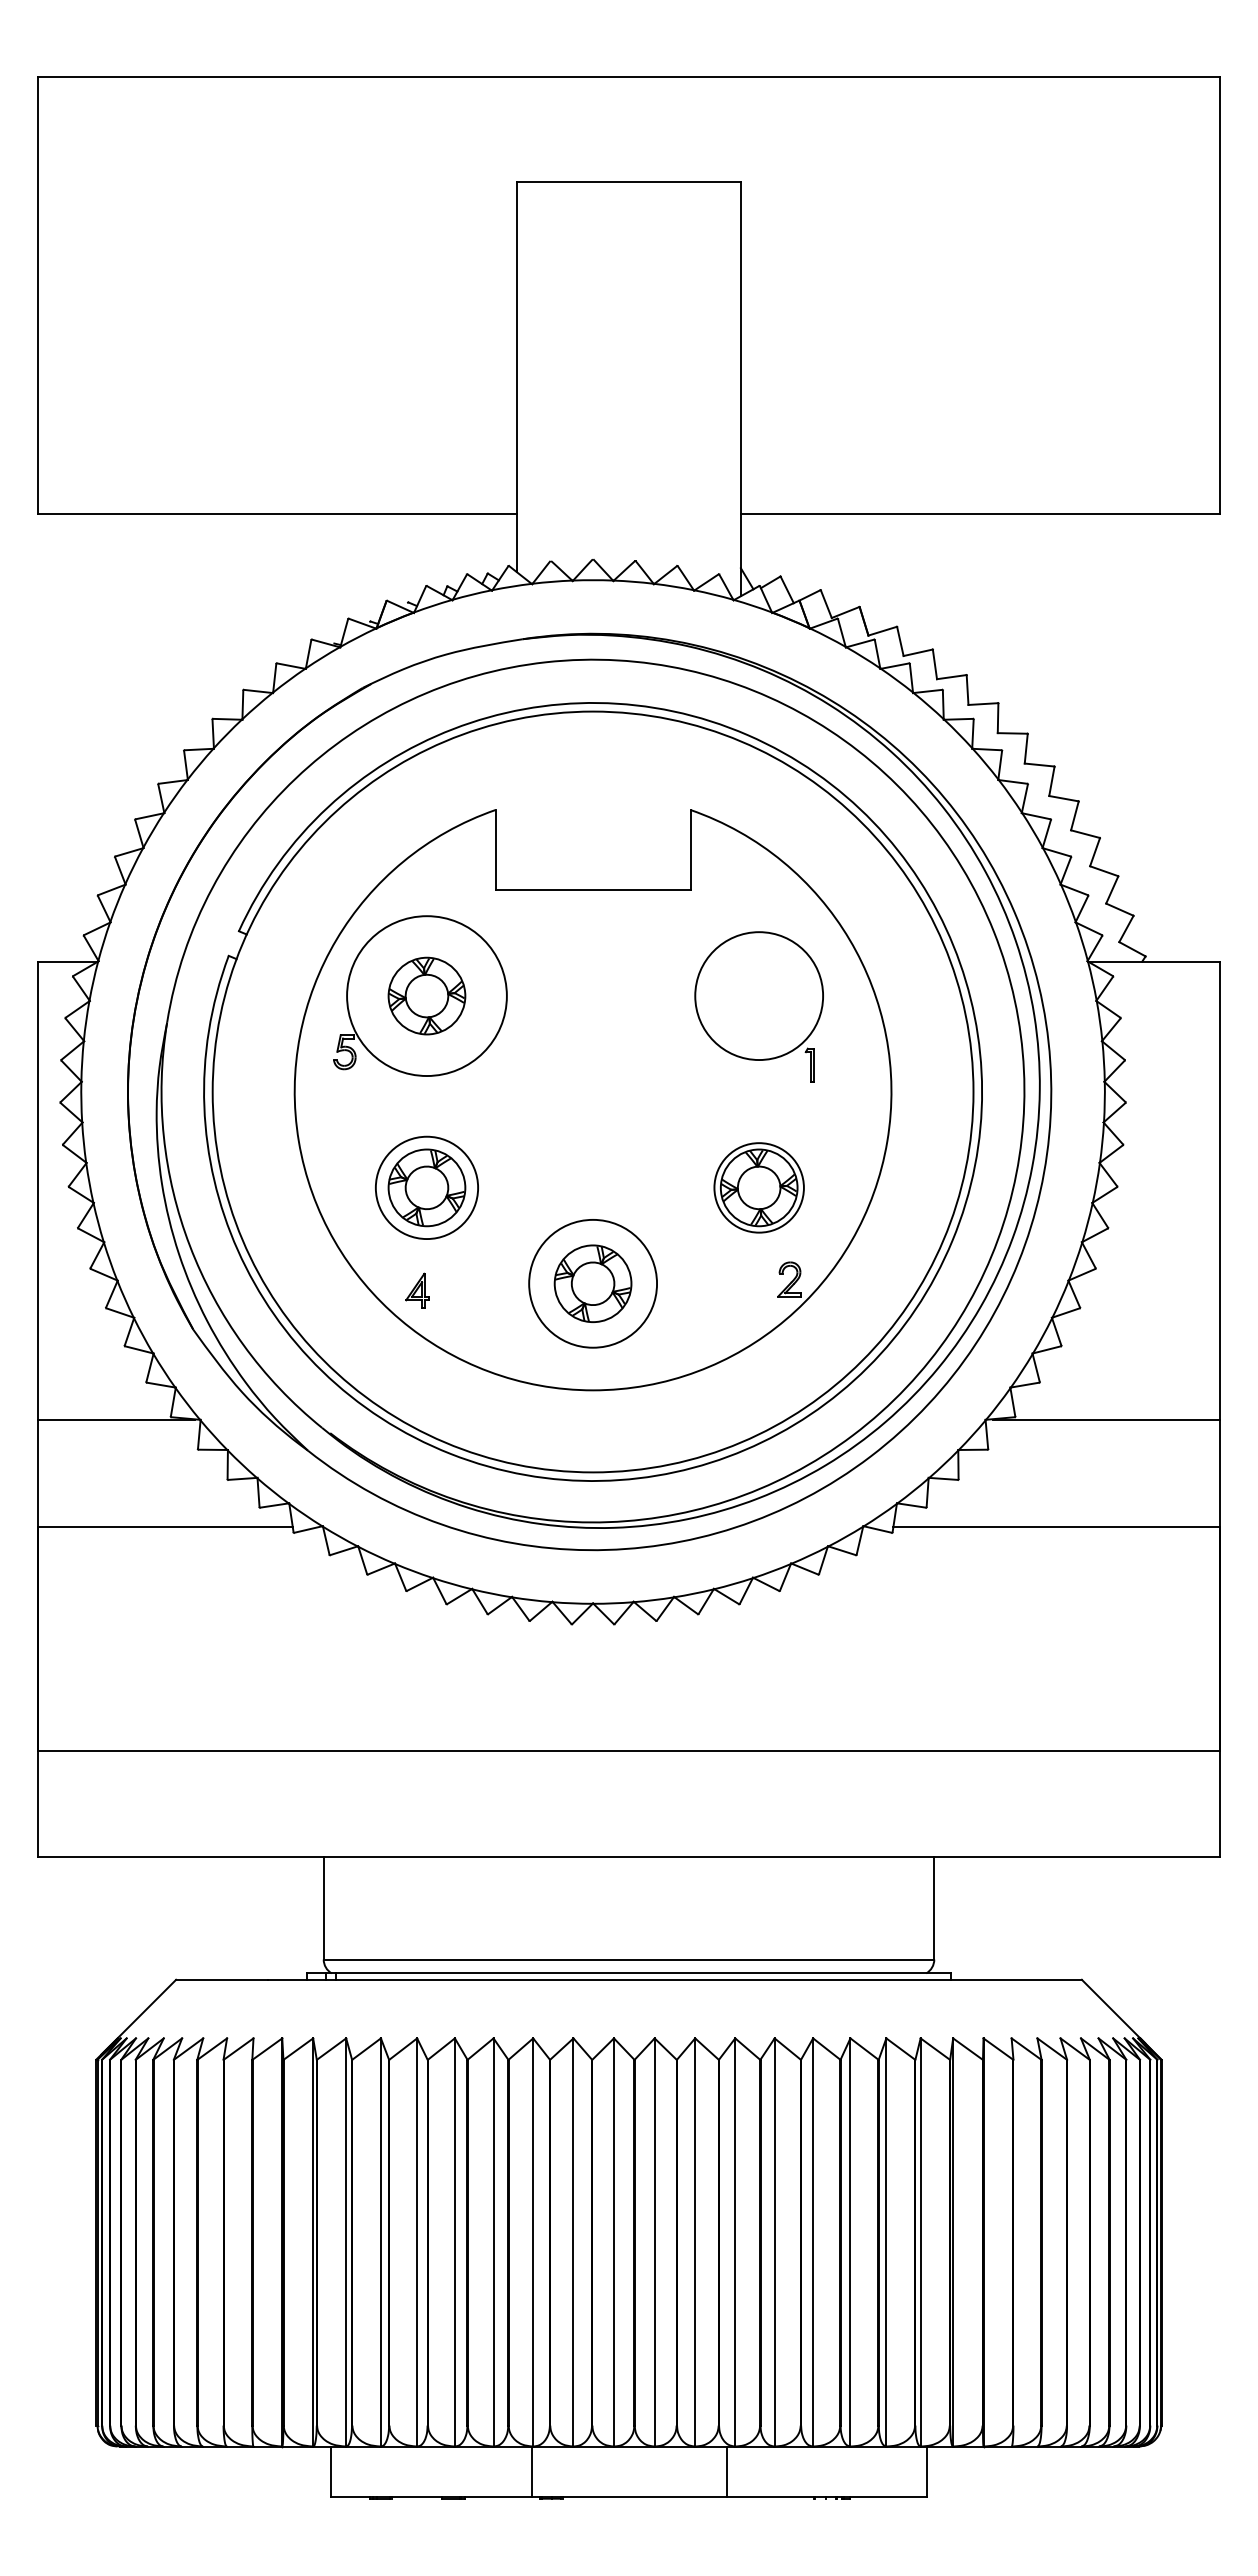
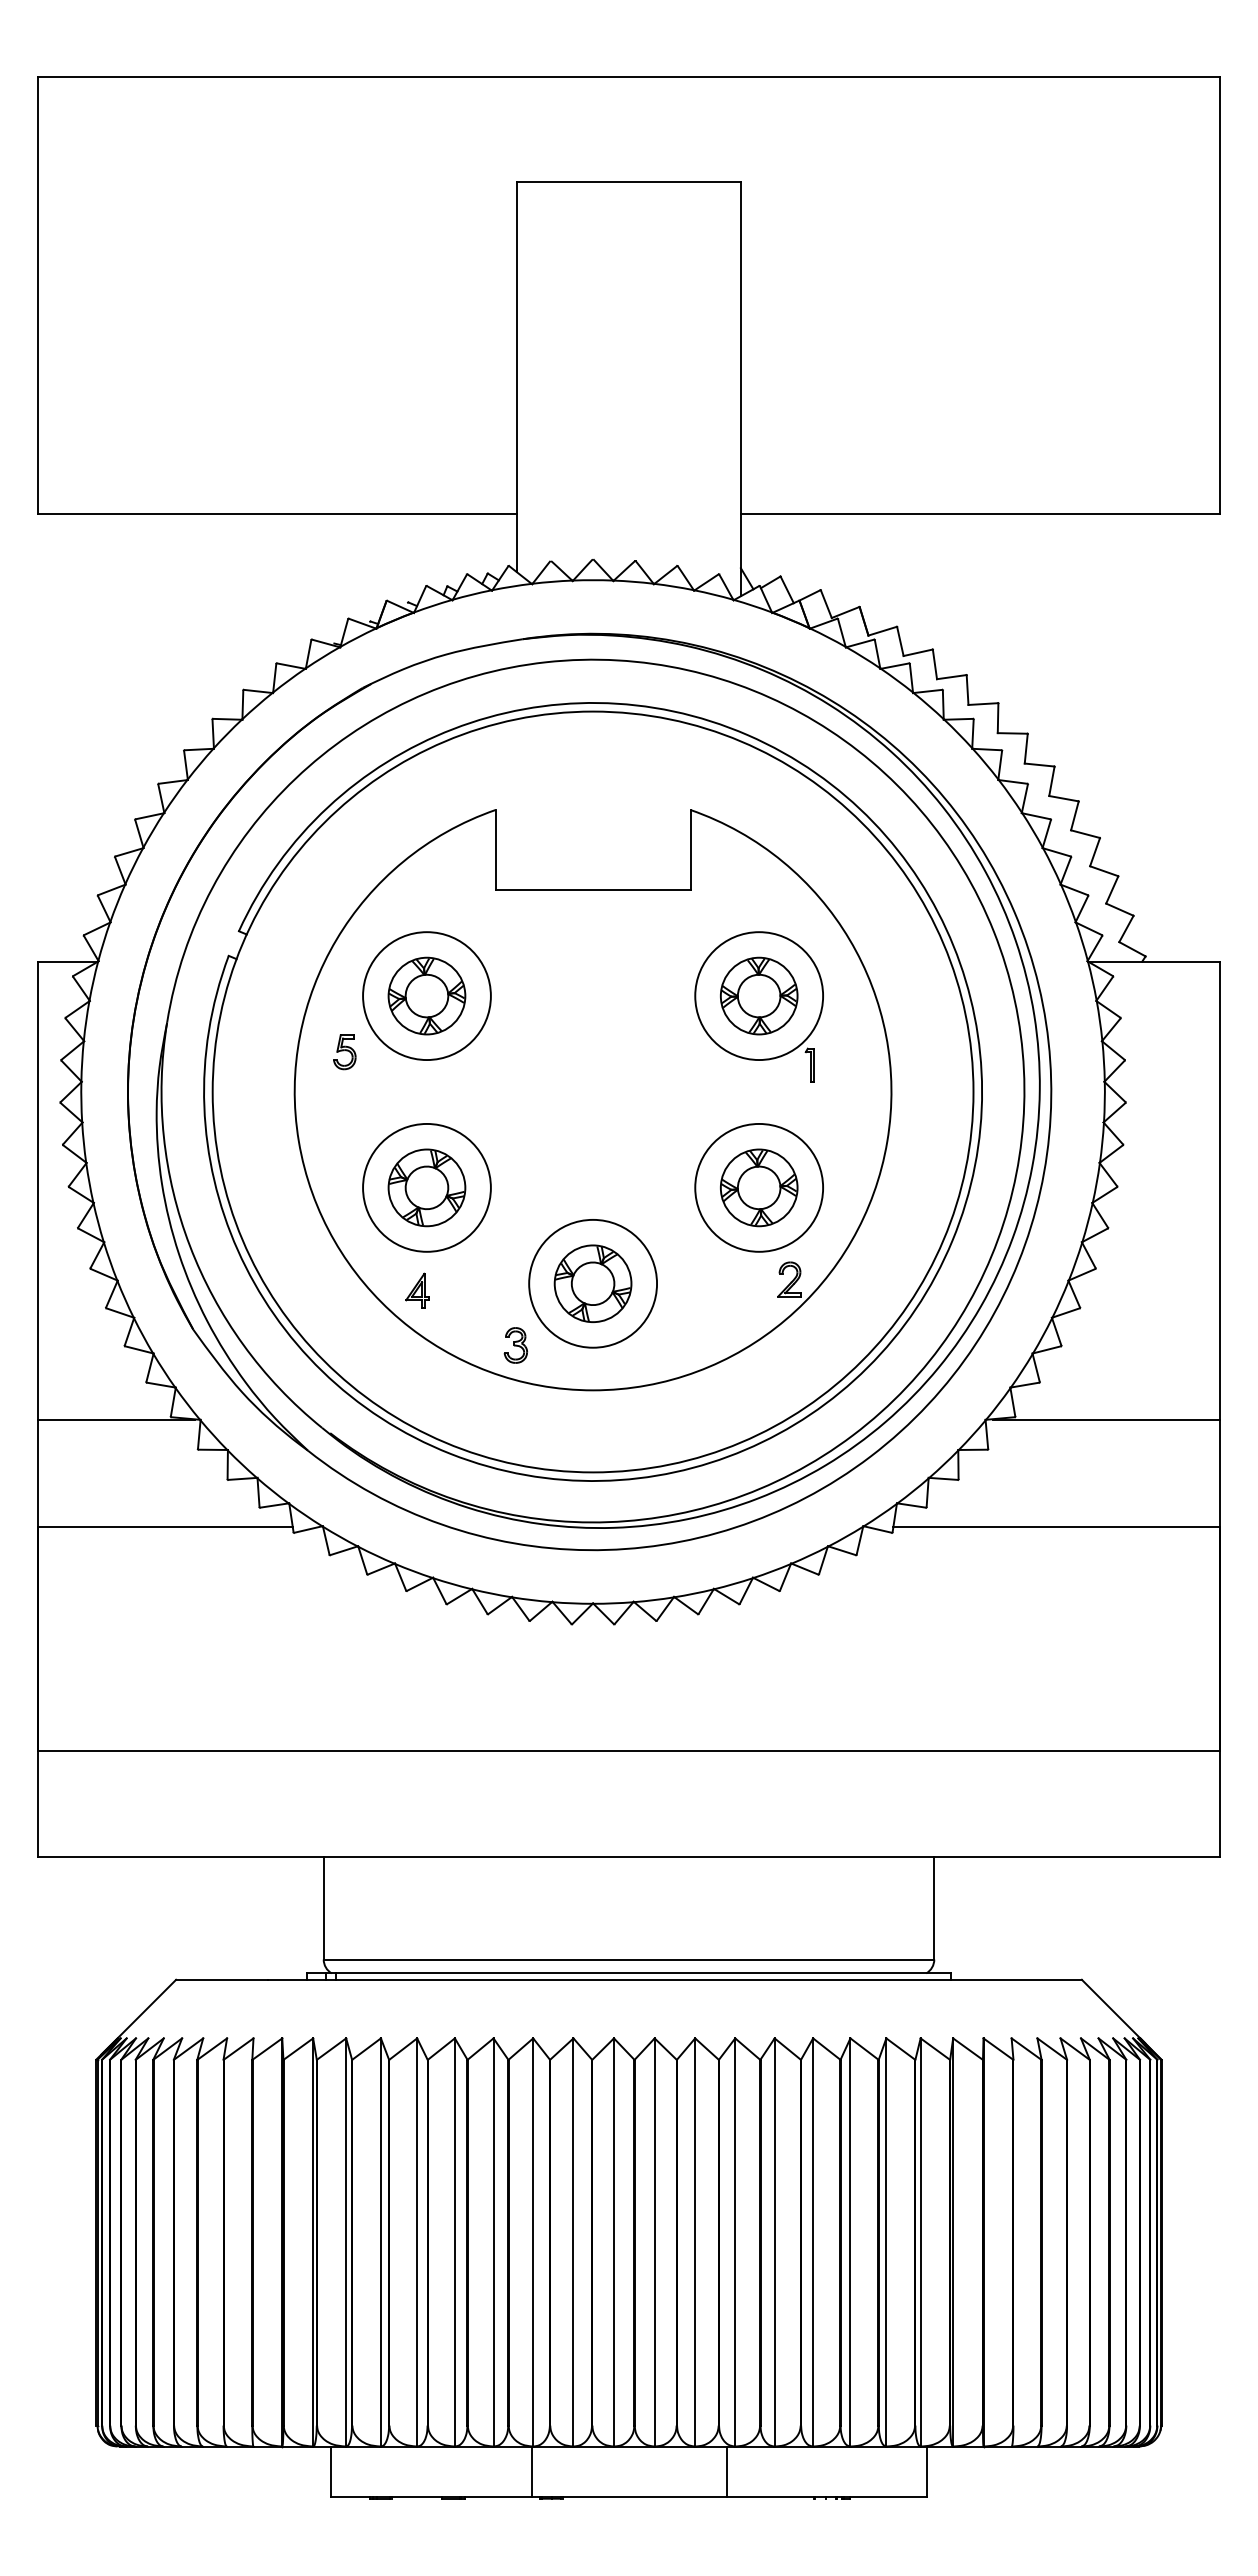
part at (759, 995): none -> present
circle at (426, 996) diameter: 160 px -> 128 px
circle at (426, 1187) diameter: 102 px -> 128 px
circle at (758, 1187) diameter: 90 px -> 128 px
part at (515, 1345): none -> present
